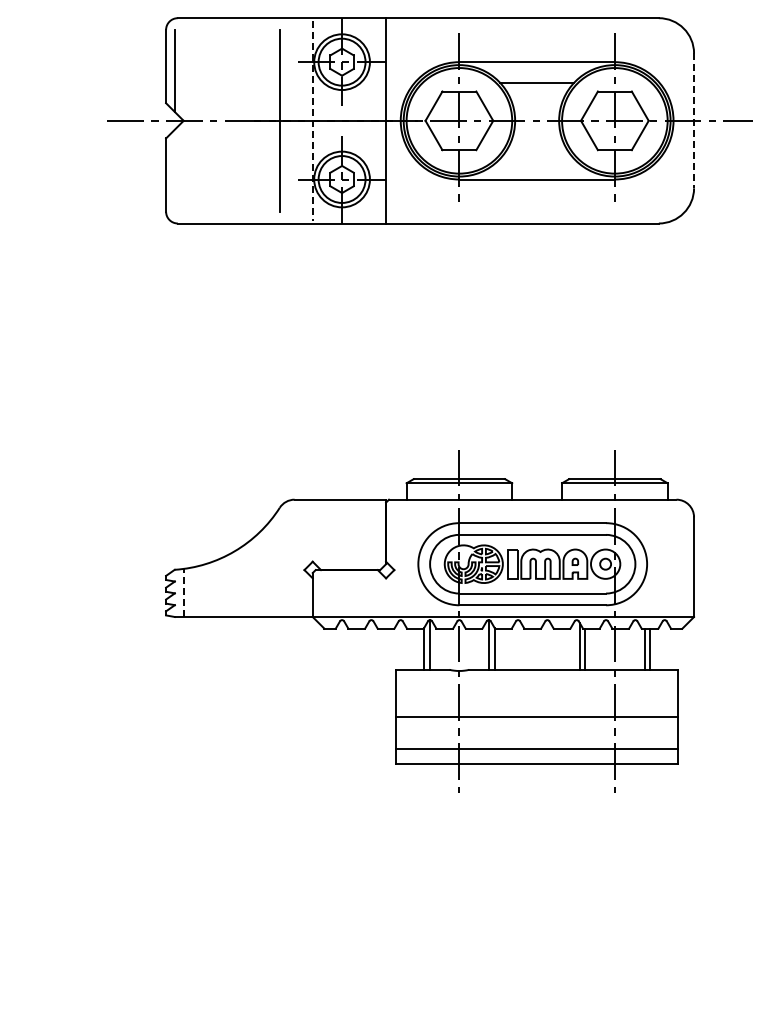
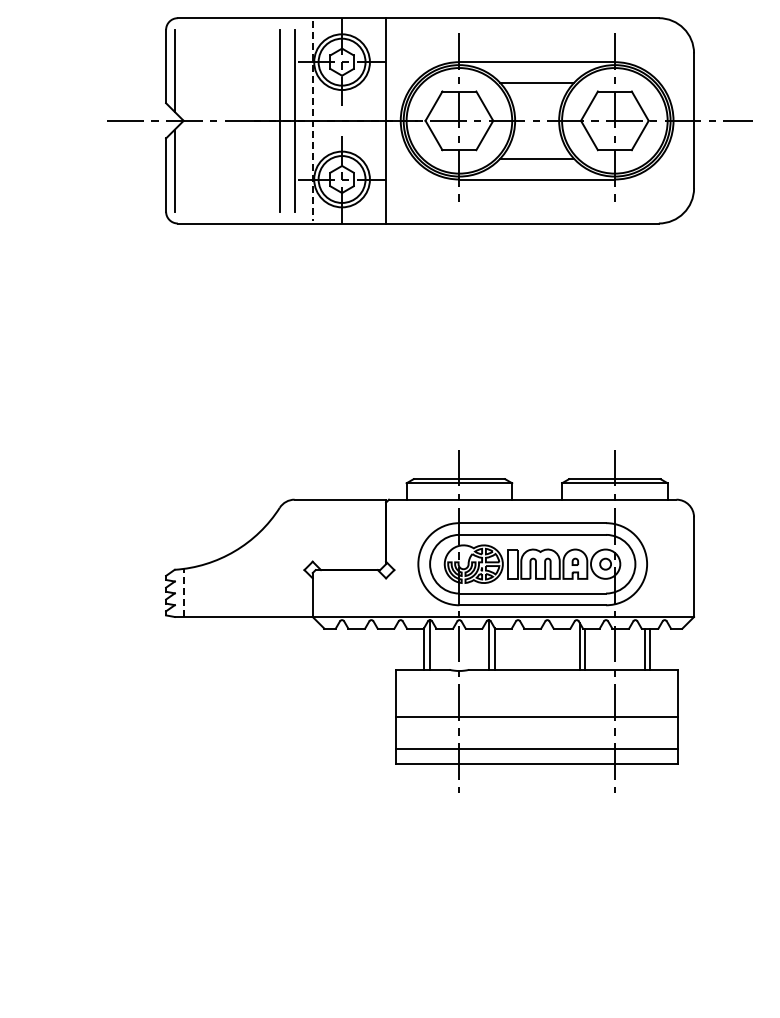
line at (294, 120): none -> present
line at (694, 121): dashed -> solid
line at (537, 158): none -> present
line at (174, 170): none -> present
